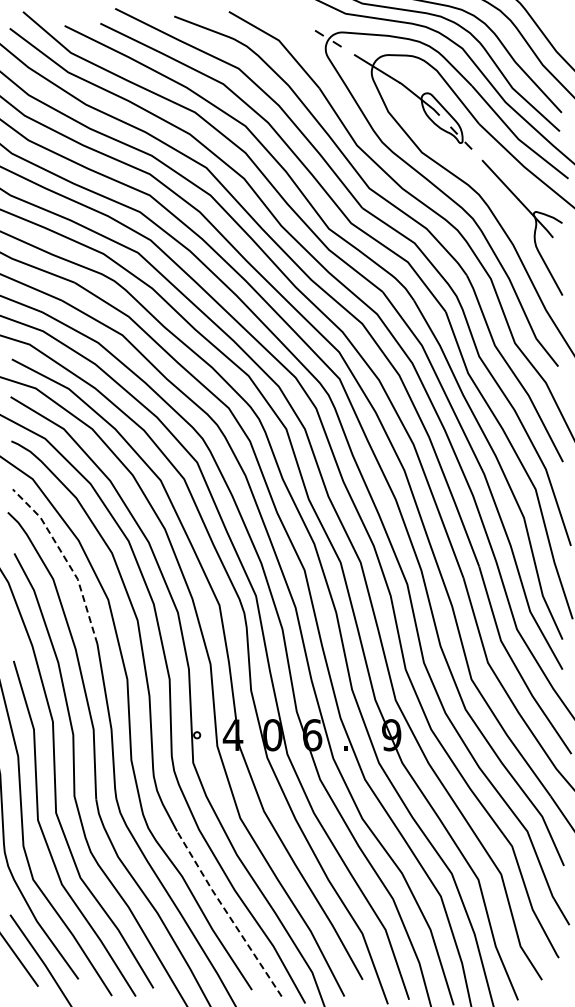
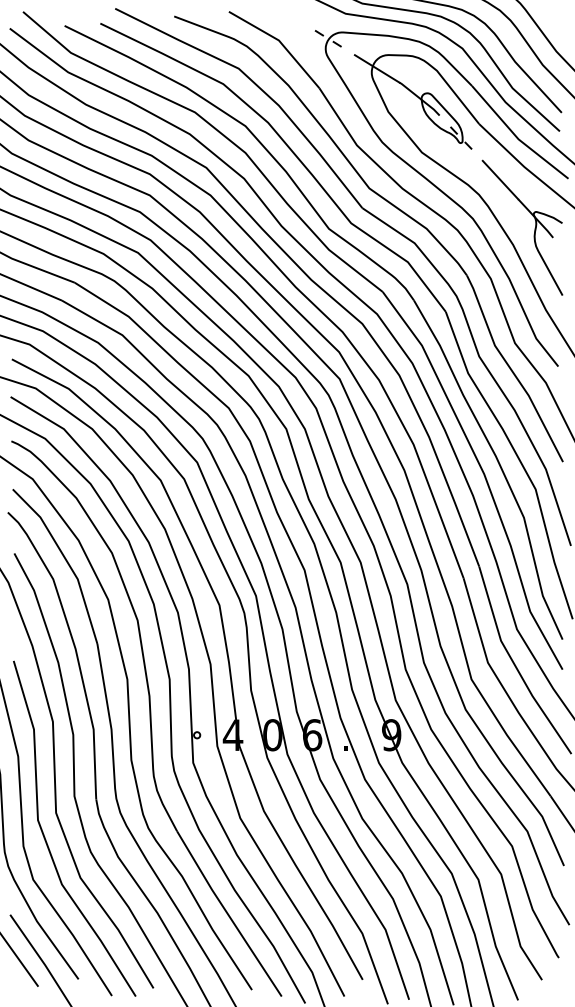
line at (66, 559): dashed -> solid
line at (227, 914): dashed -> solid
